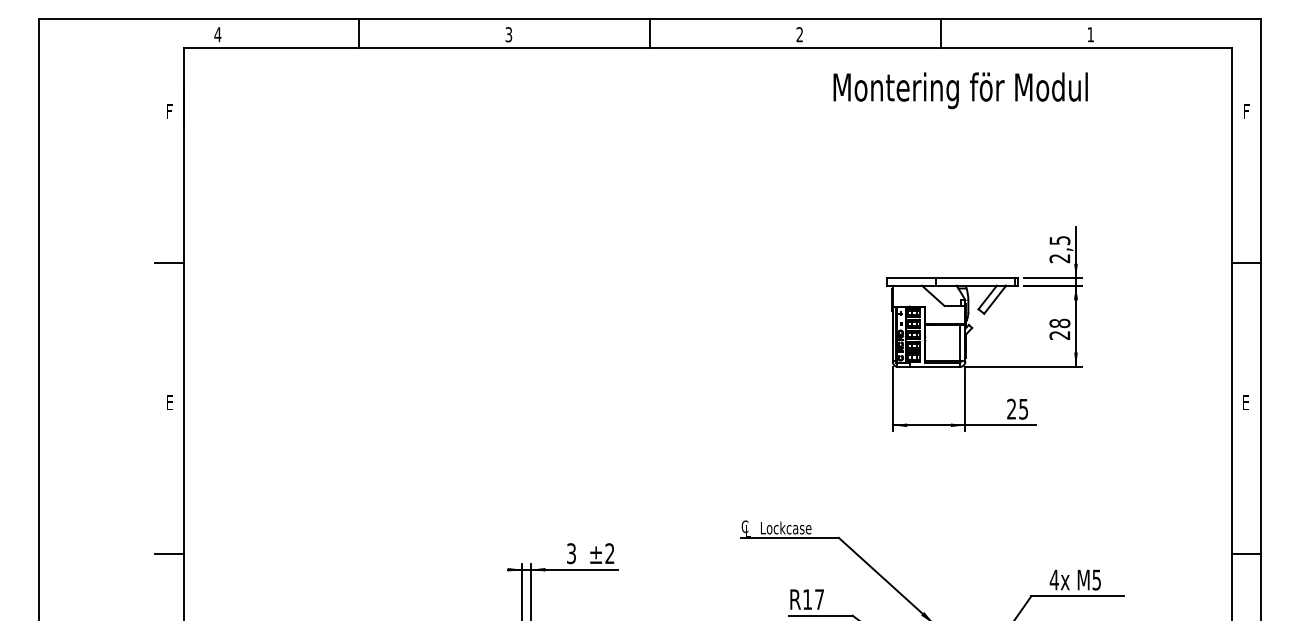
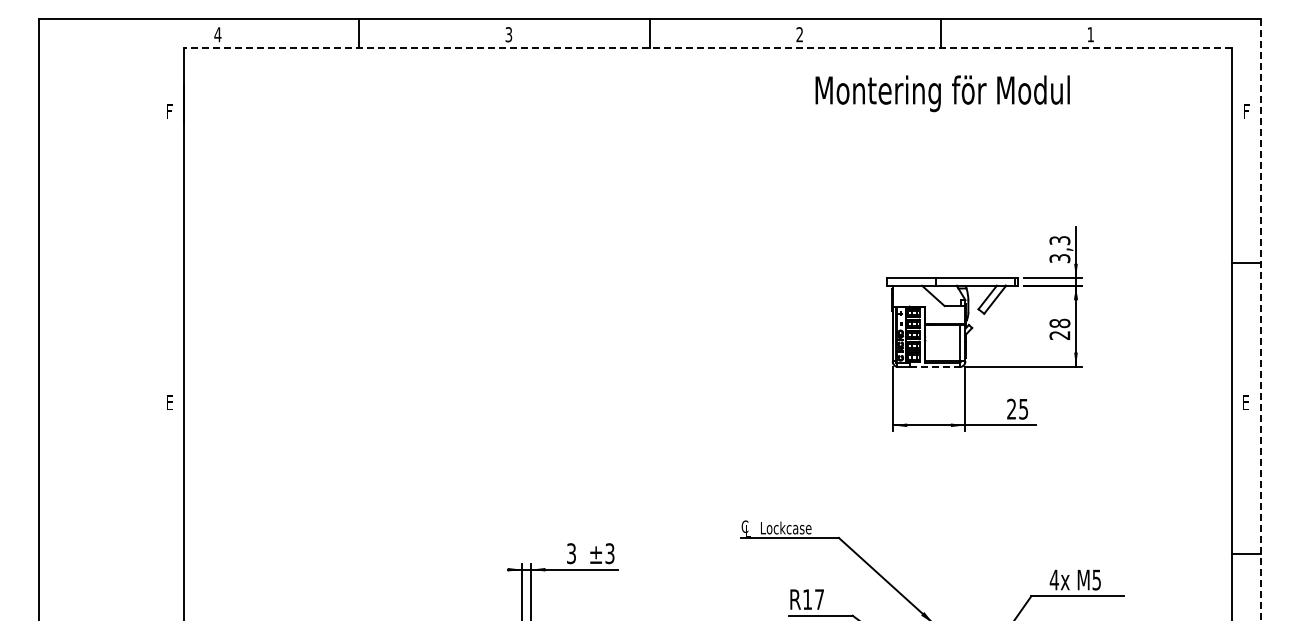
line at (708, 47): solid -> dashed
text at (960, 90) position: (960, 90) -> (942, 93)
text at (1059, 249): 2,5 -> 3,3
line at (169, 263): present -> none
line at (1261, 319): solid -> dashed
line at (935, 367): solid -> dashed
text at (609, 553): ±2 -> ±3
line at (169, 554): present -> none
